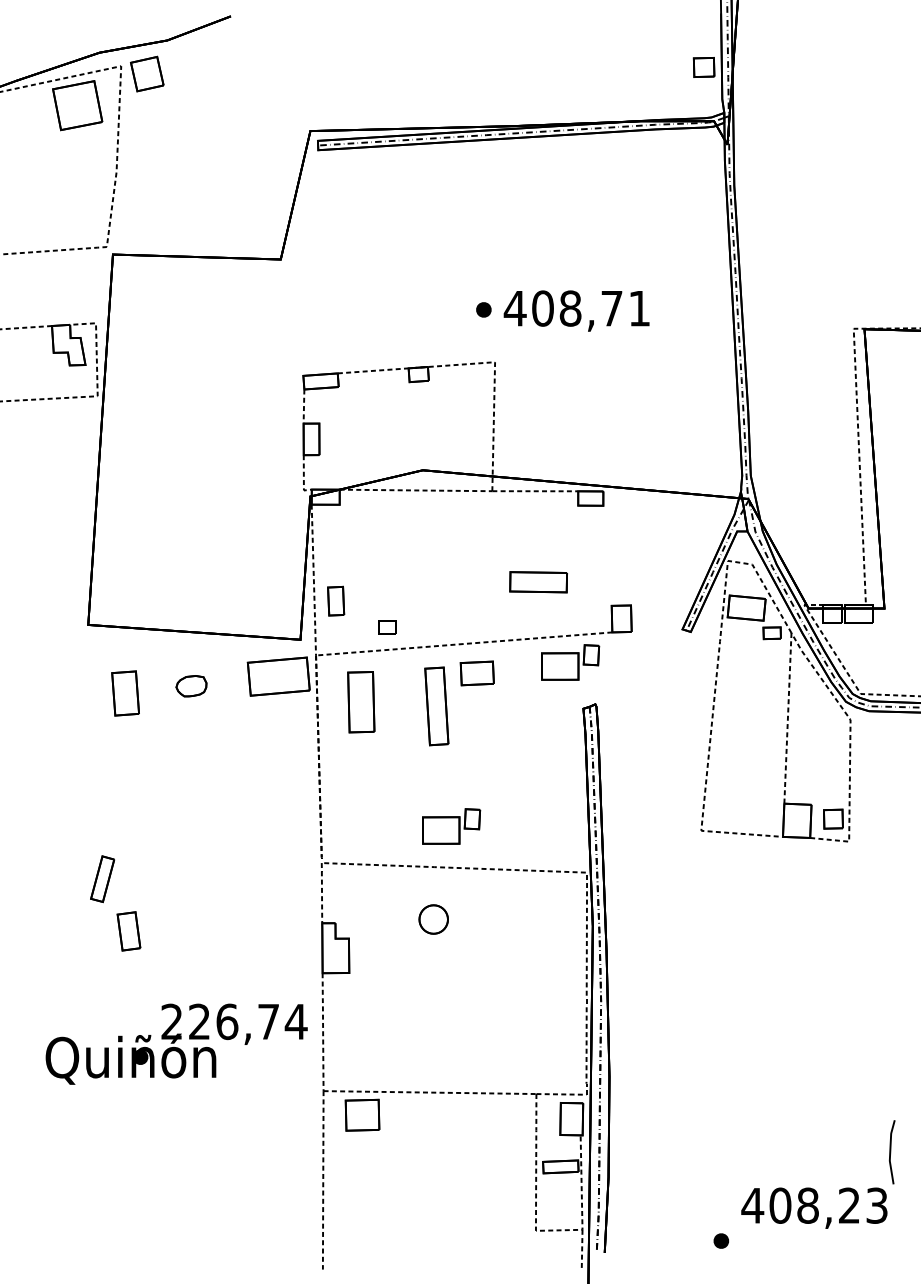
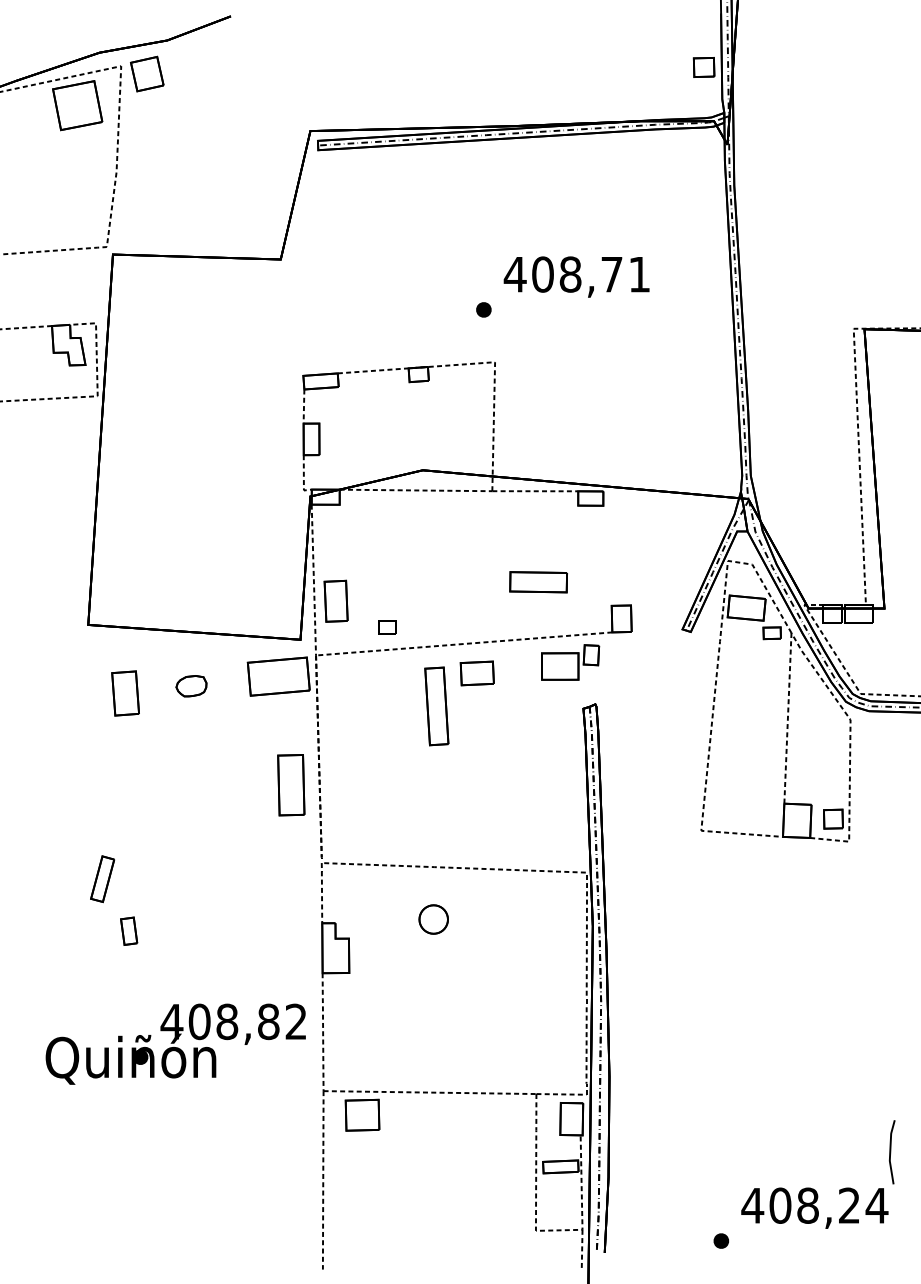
text at (576, 310) position: (576, 310) -> (576, 276)
part at (336, 600) size: 19x32 px -> 26x44 px
part at (361, 702) position: (361, 702) -> (291, 785)
part at (451, 826): present -> none
part at (128, 931) size: 26x41 px -> 19x30 px
text at (233, 1021): 226,74 -> 408,82
text at (876, 1205): 408,23 -> 408,24
